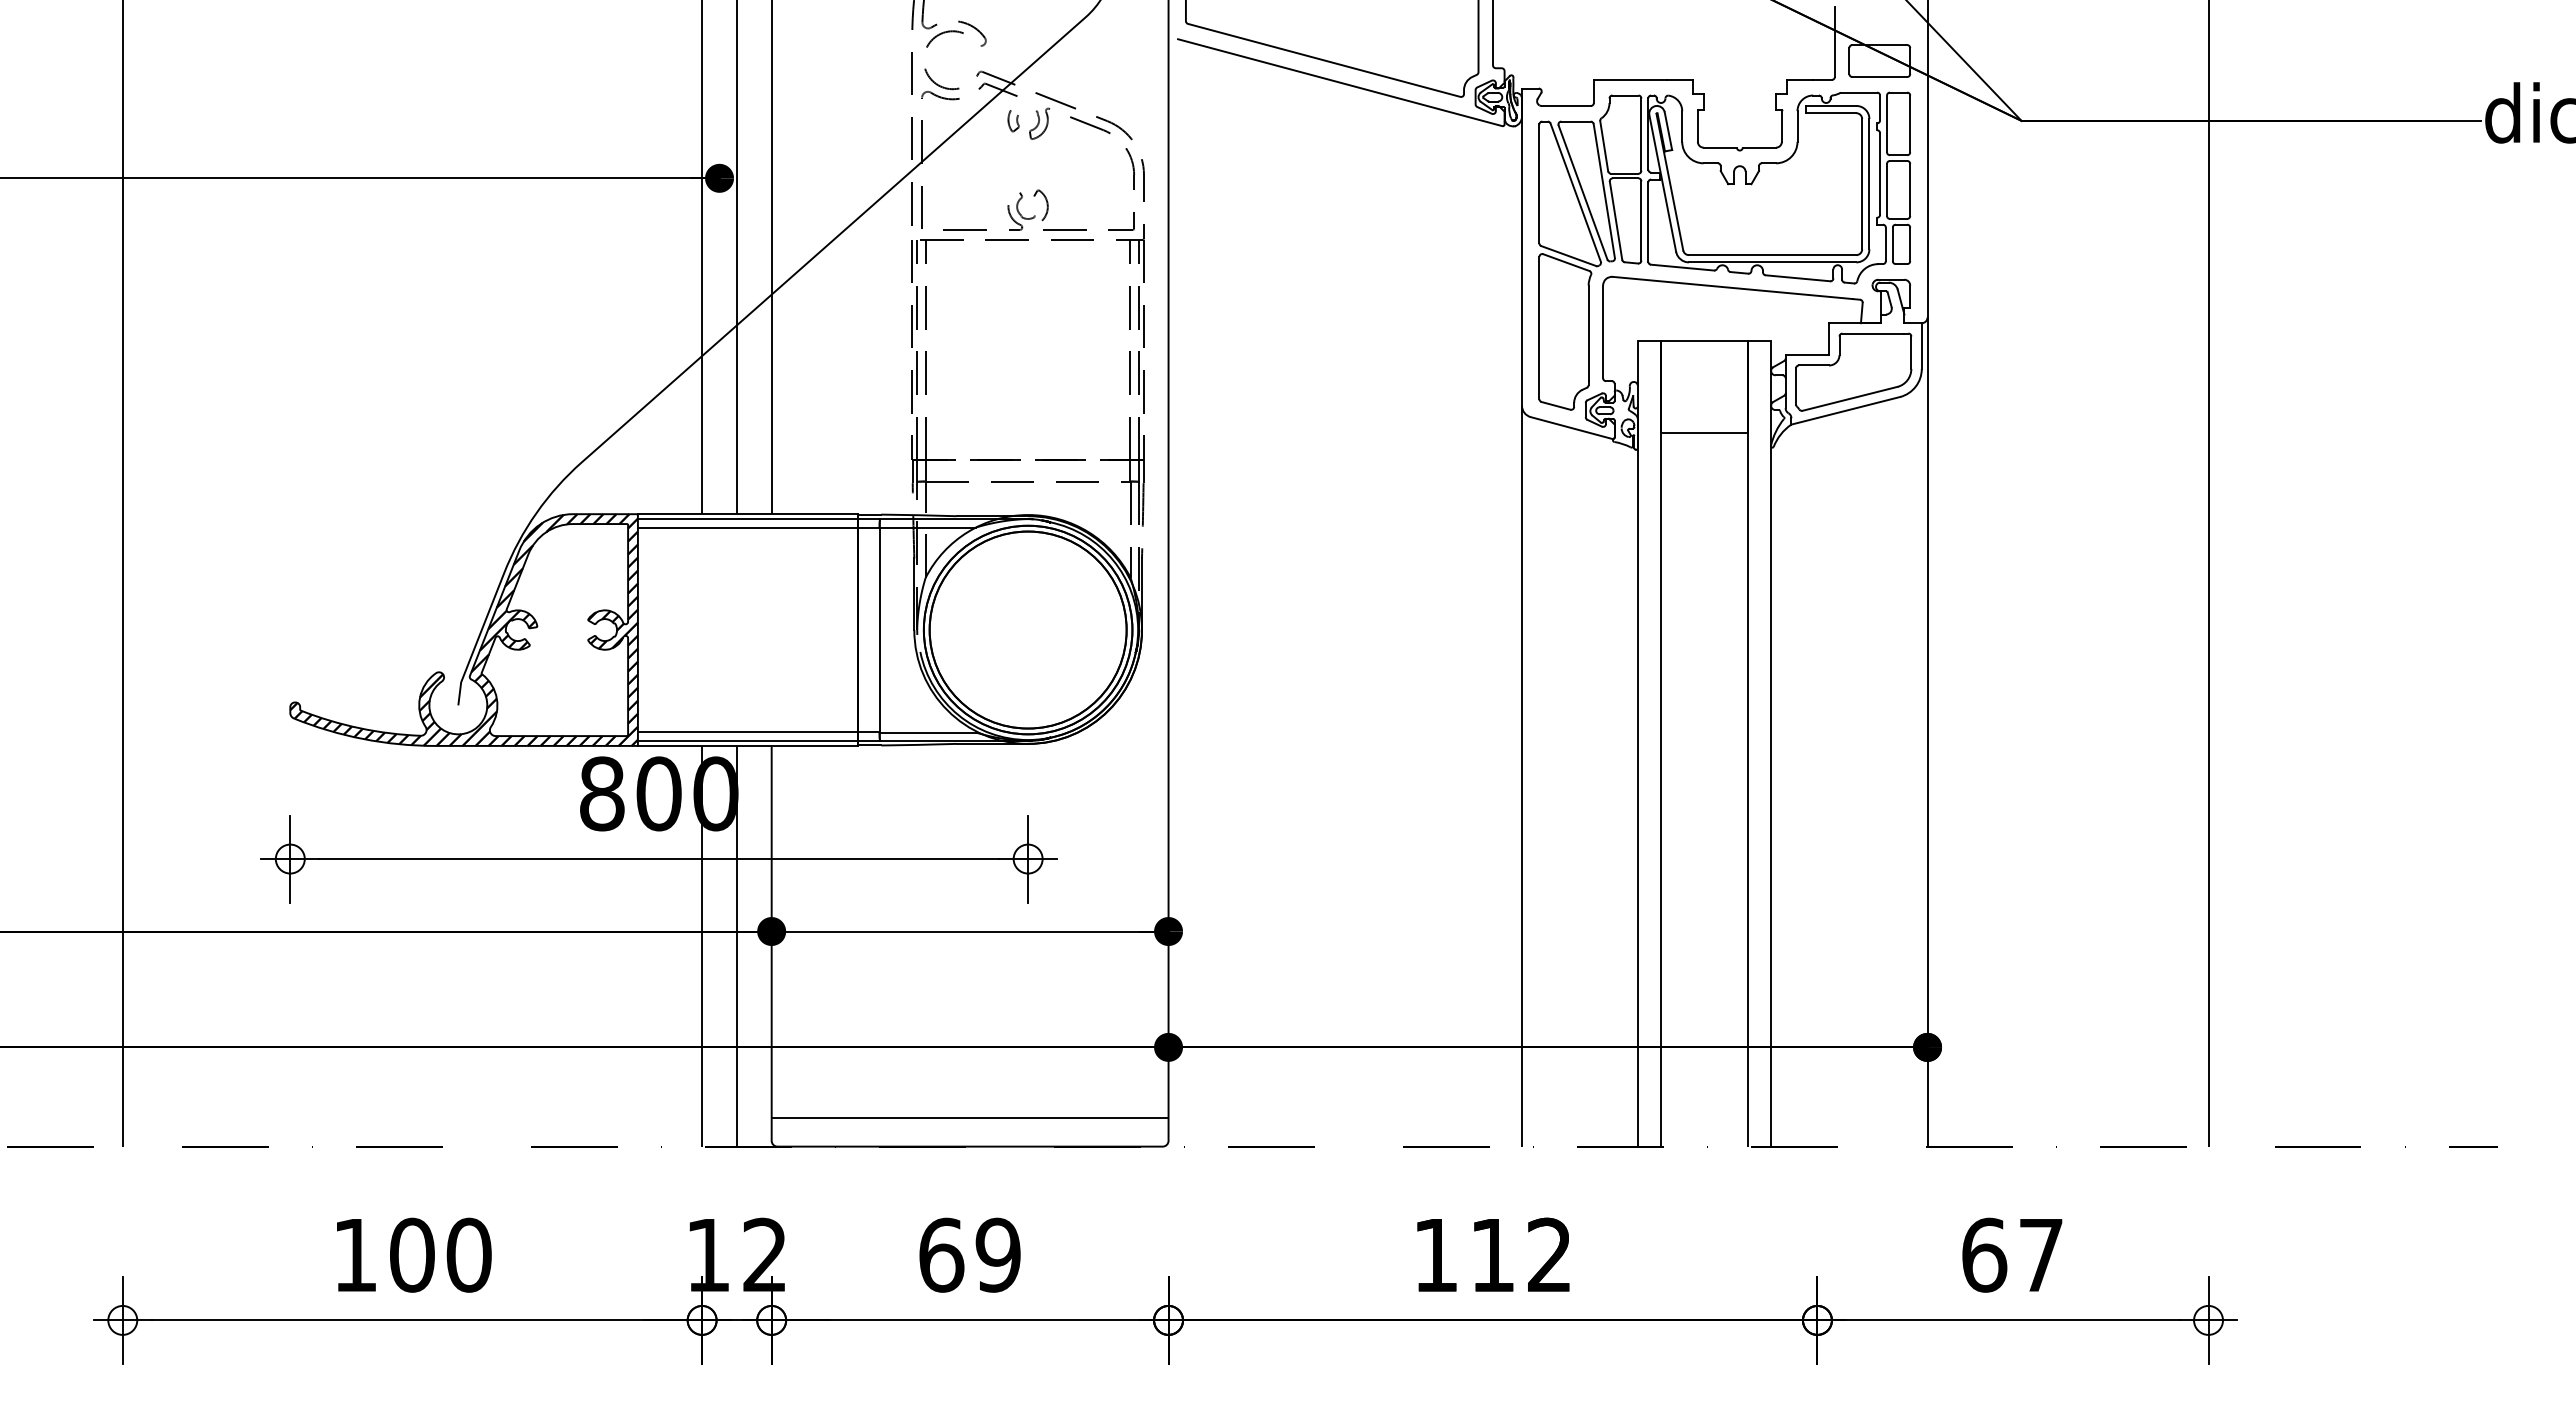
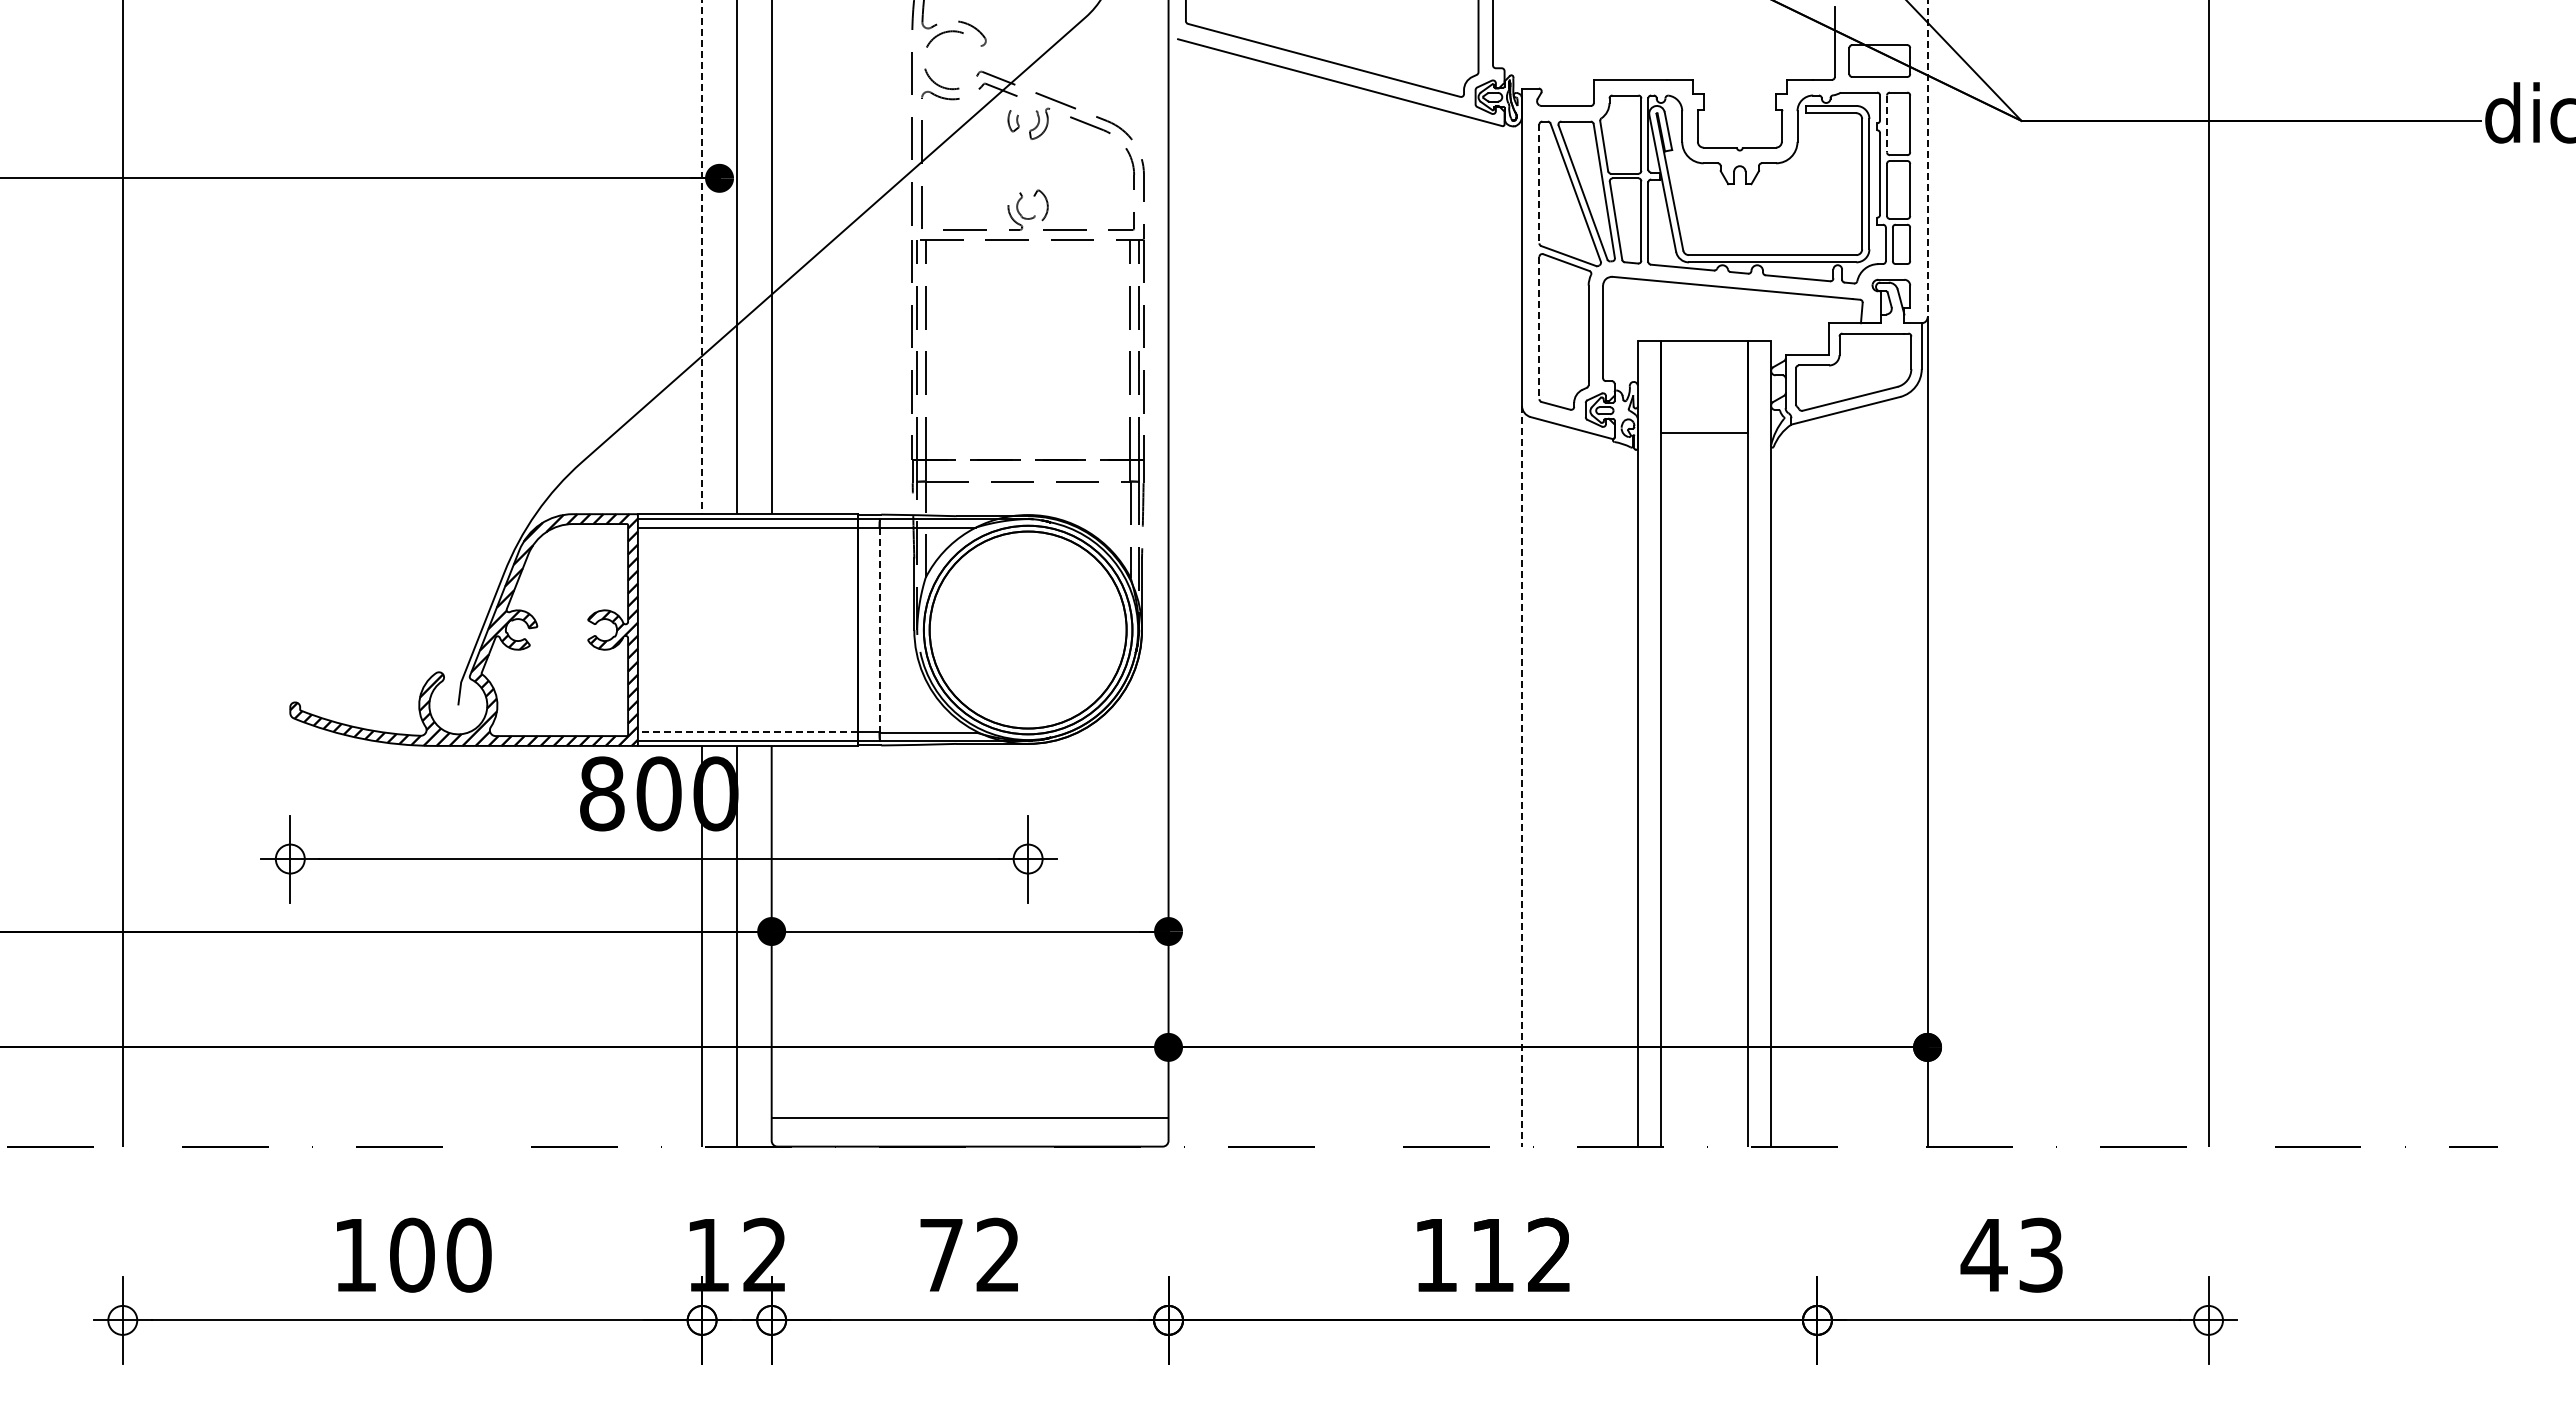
line at (1887, 124): solid -> dashed
line at (1927, 158): solid -> dashed
line at (1539, 184): solid -> dashed
line at (702, 257): solid -> dashed
line at (1539, 328): solid -> dashed
line at (879, 630): solid -> dashed
line at (747, 732): solid -> dashed
line at (1522, 776): solid -> dashed
text at (969, 1254): 69 -> 72
text at (2011, 1254): 67 -> 43
